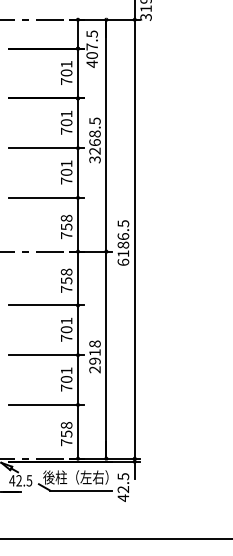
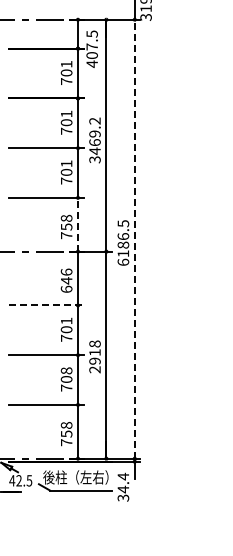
text at (94, 136): 3268.5 -> 3469.2
line at (78, 224): solid -> dashed
line at (134, 238): solid -> dashed
text at (66, 280): 758 -> 646
line at (46, 305): solid -> dashed
text at (66, 370): 701 -> 708
text at (123, 487): 42.5 -> 34.4
line at (115, 539): present -> none
